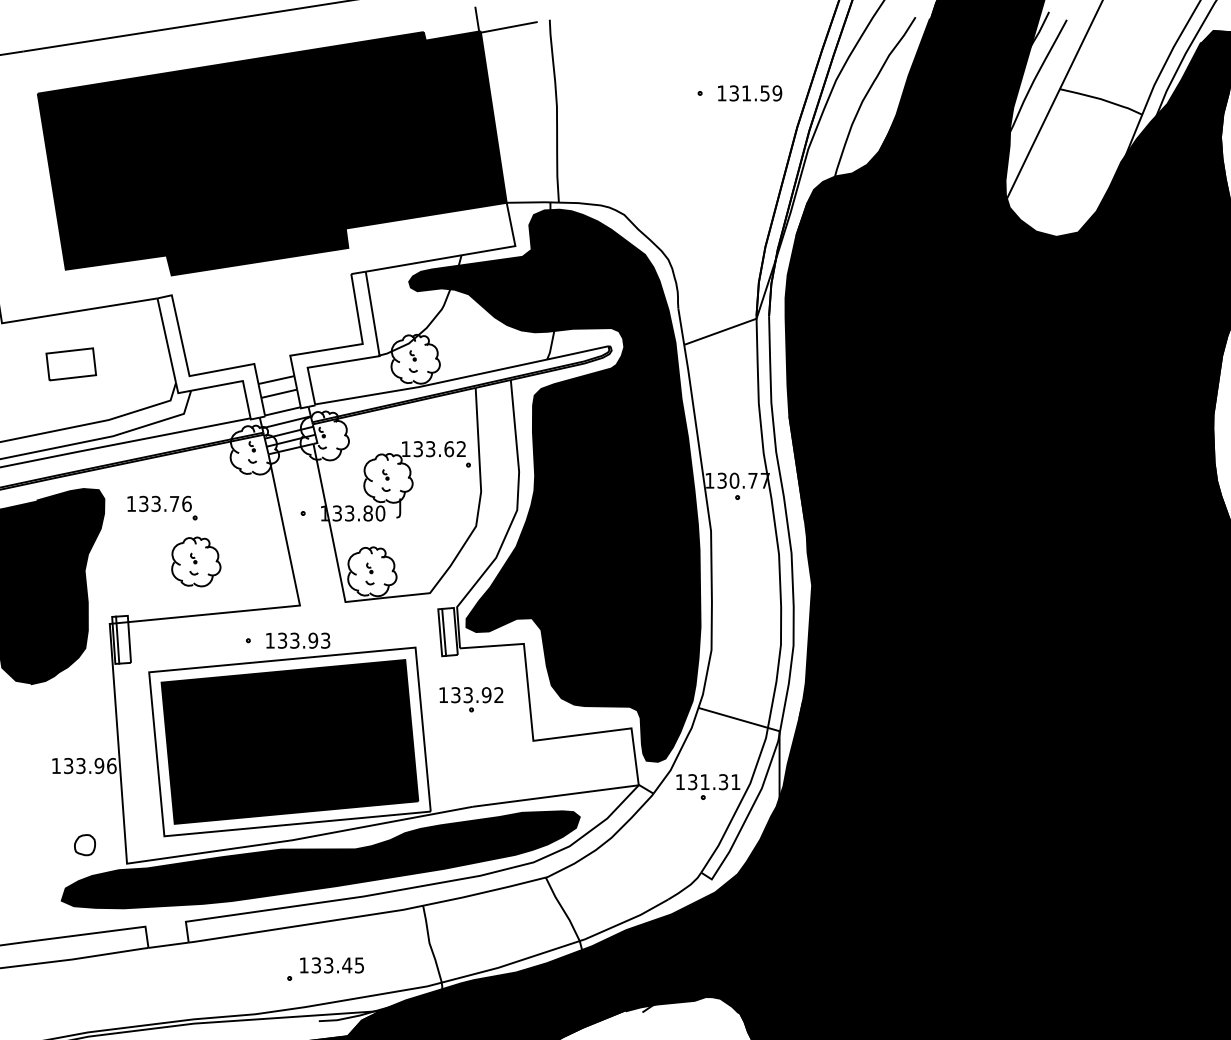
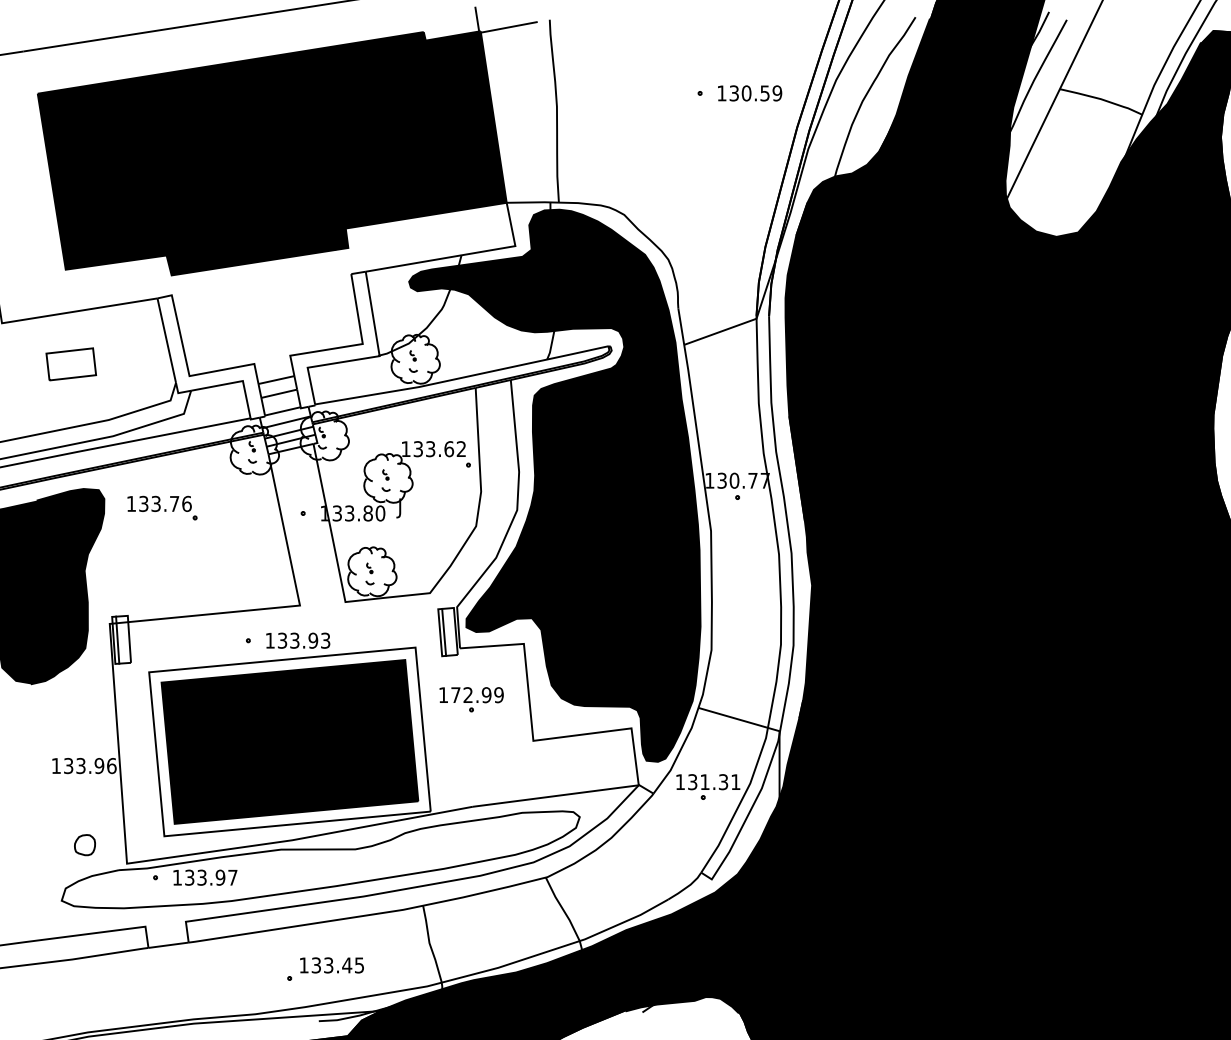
text at (746, 93): 131.59 -> 130.59
part at (196, 561): present -> none
text at (477, 695): 133.92 -> 172.99
fill at (320, 859): present -> none
